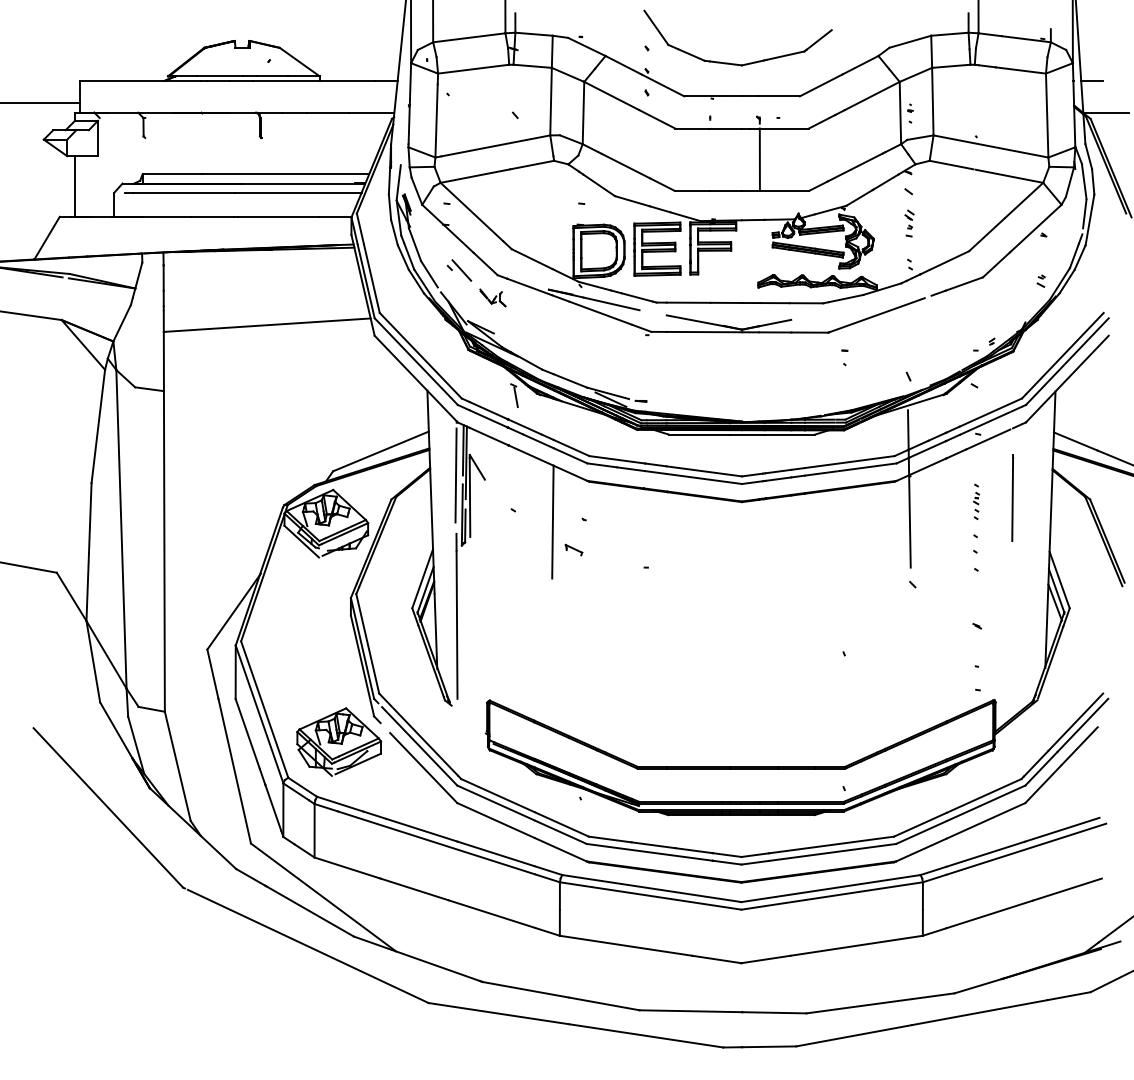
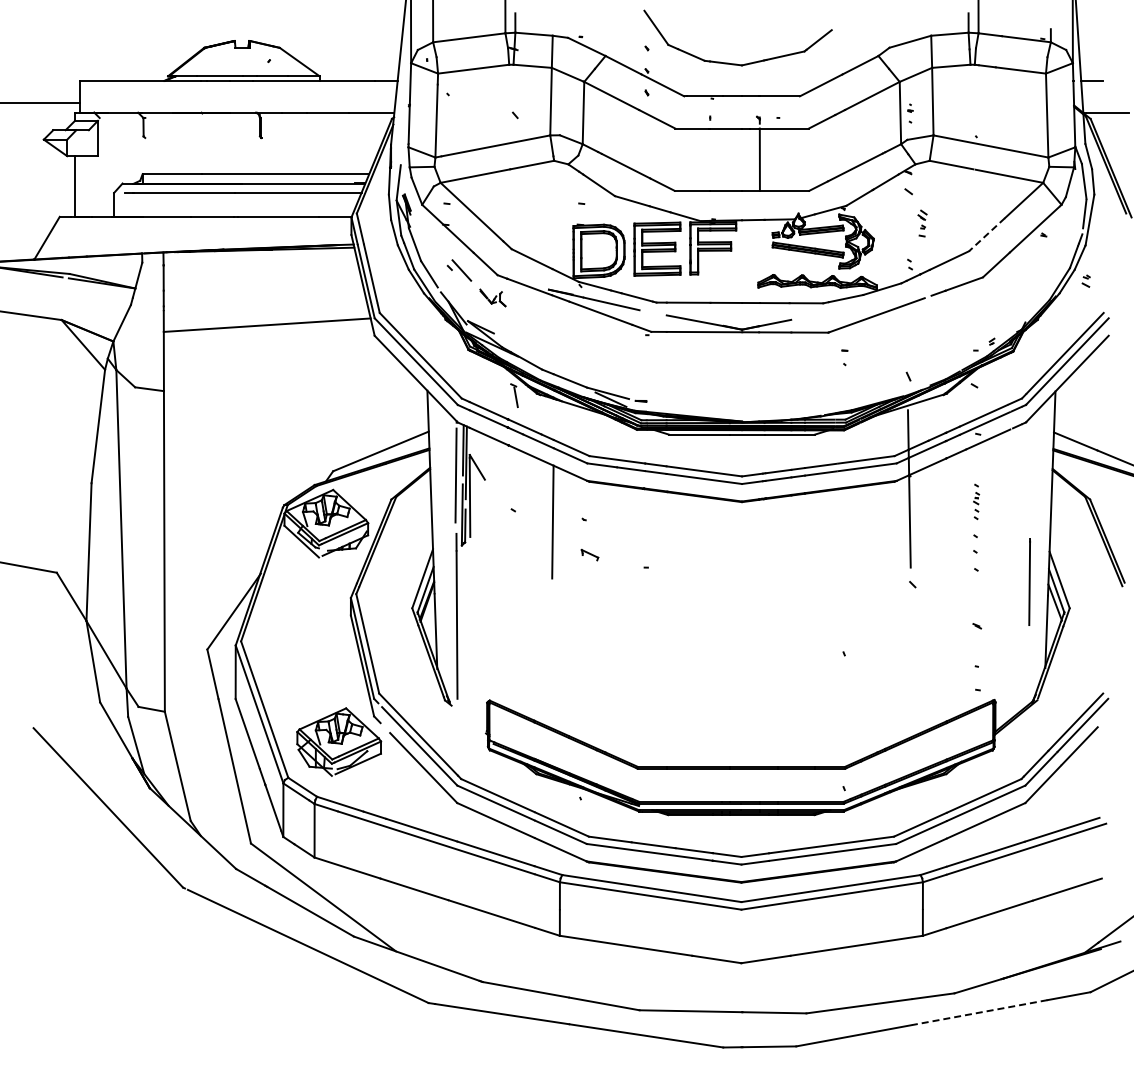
part at (909, 223) position: (909, 223) -> (922, 223)
line at (986, 235): solid -> dashed
part at (1040, 280) position: (1040, 280) -> (1085, 280)
line at (1012, 497) position: (1012, 497) -> (1029, 581)
part at (573, 549) position: (573, 549) -> (589, 554)
line at (979, 1012): solid -> dashed
